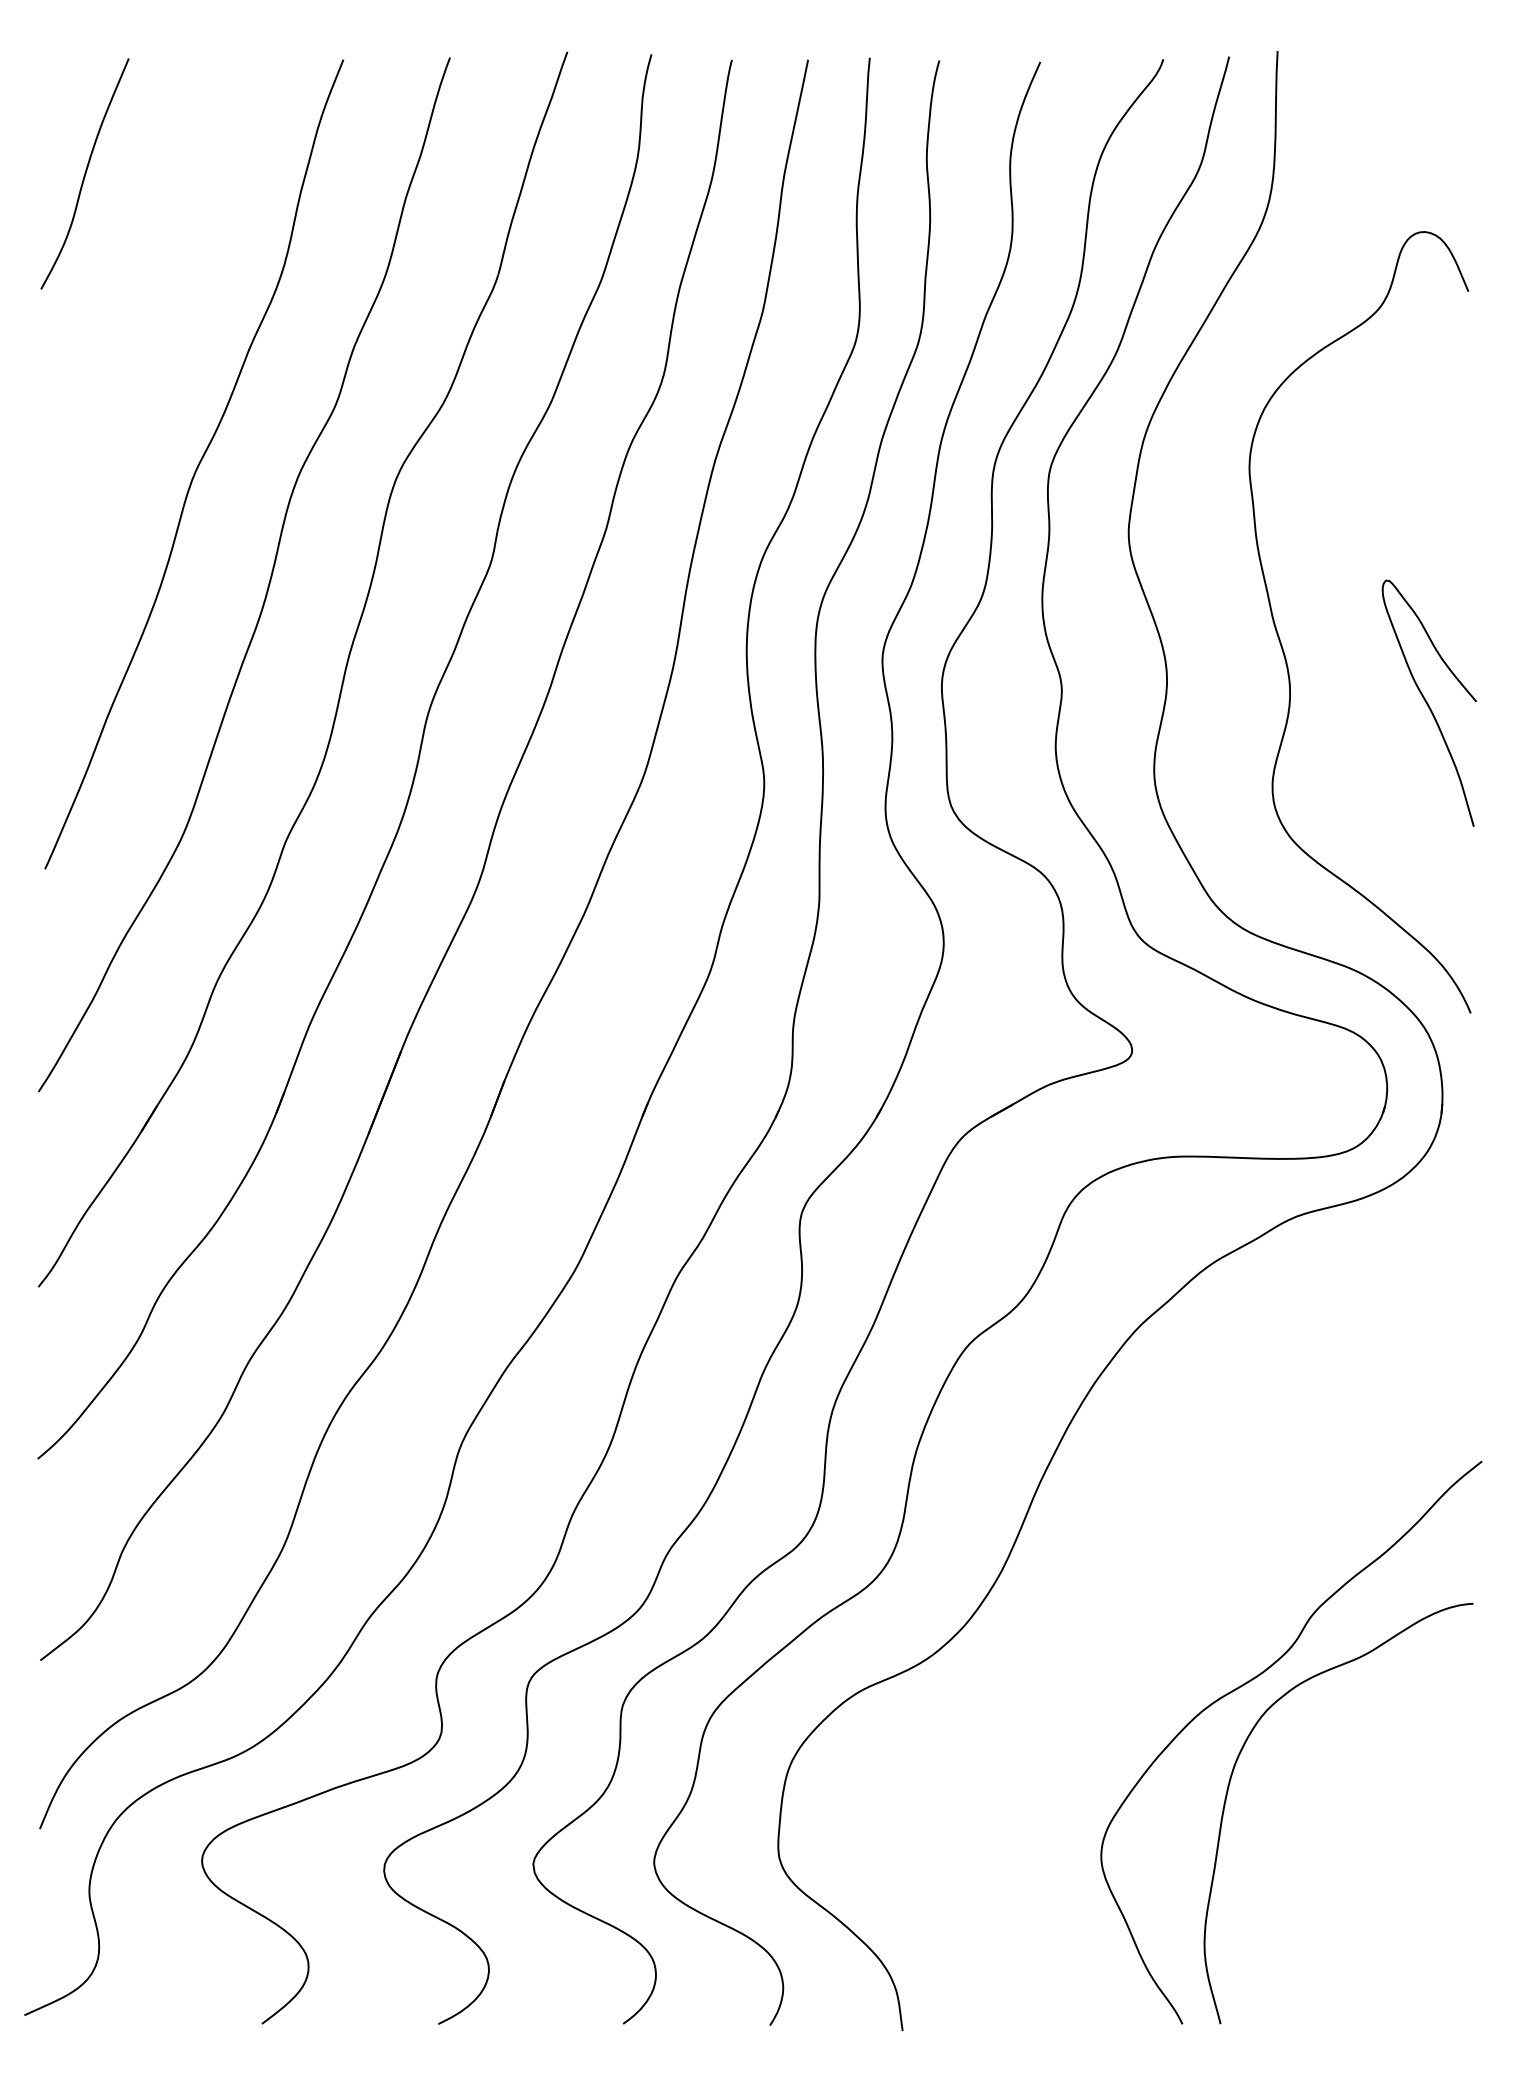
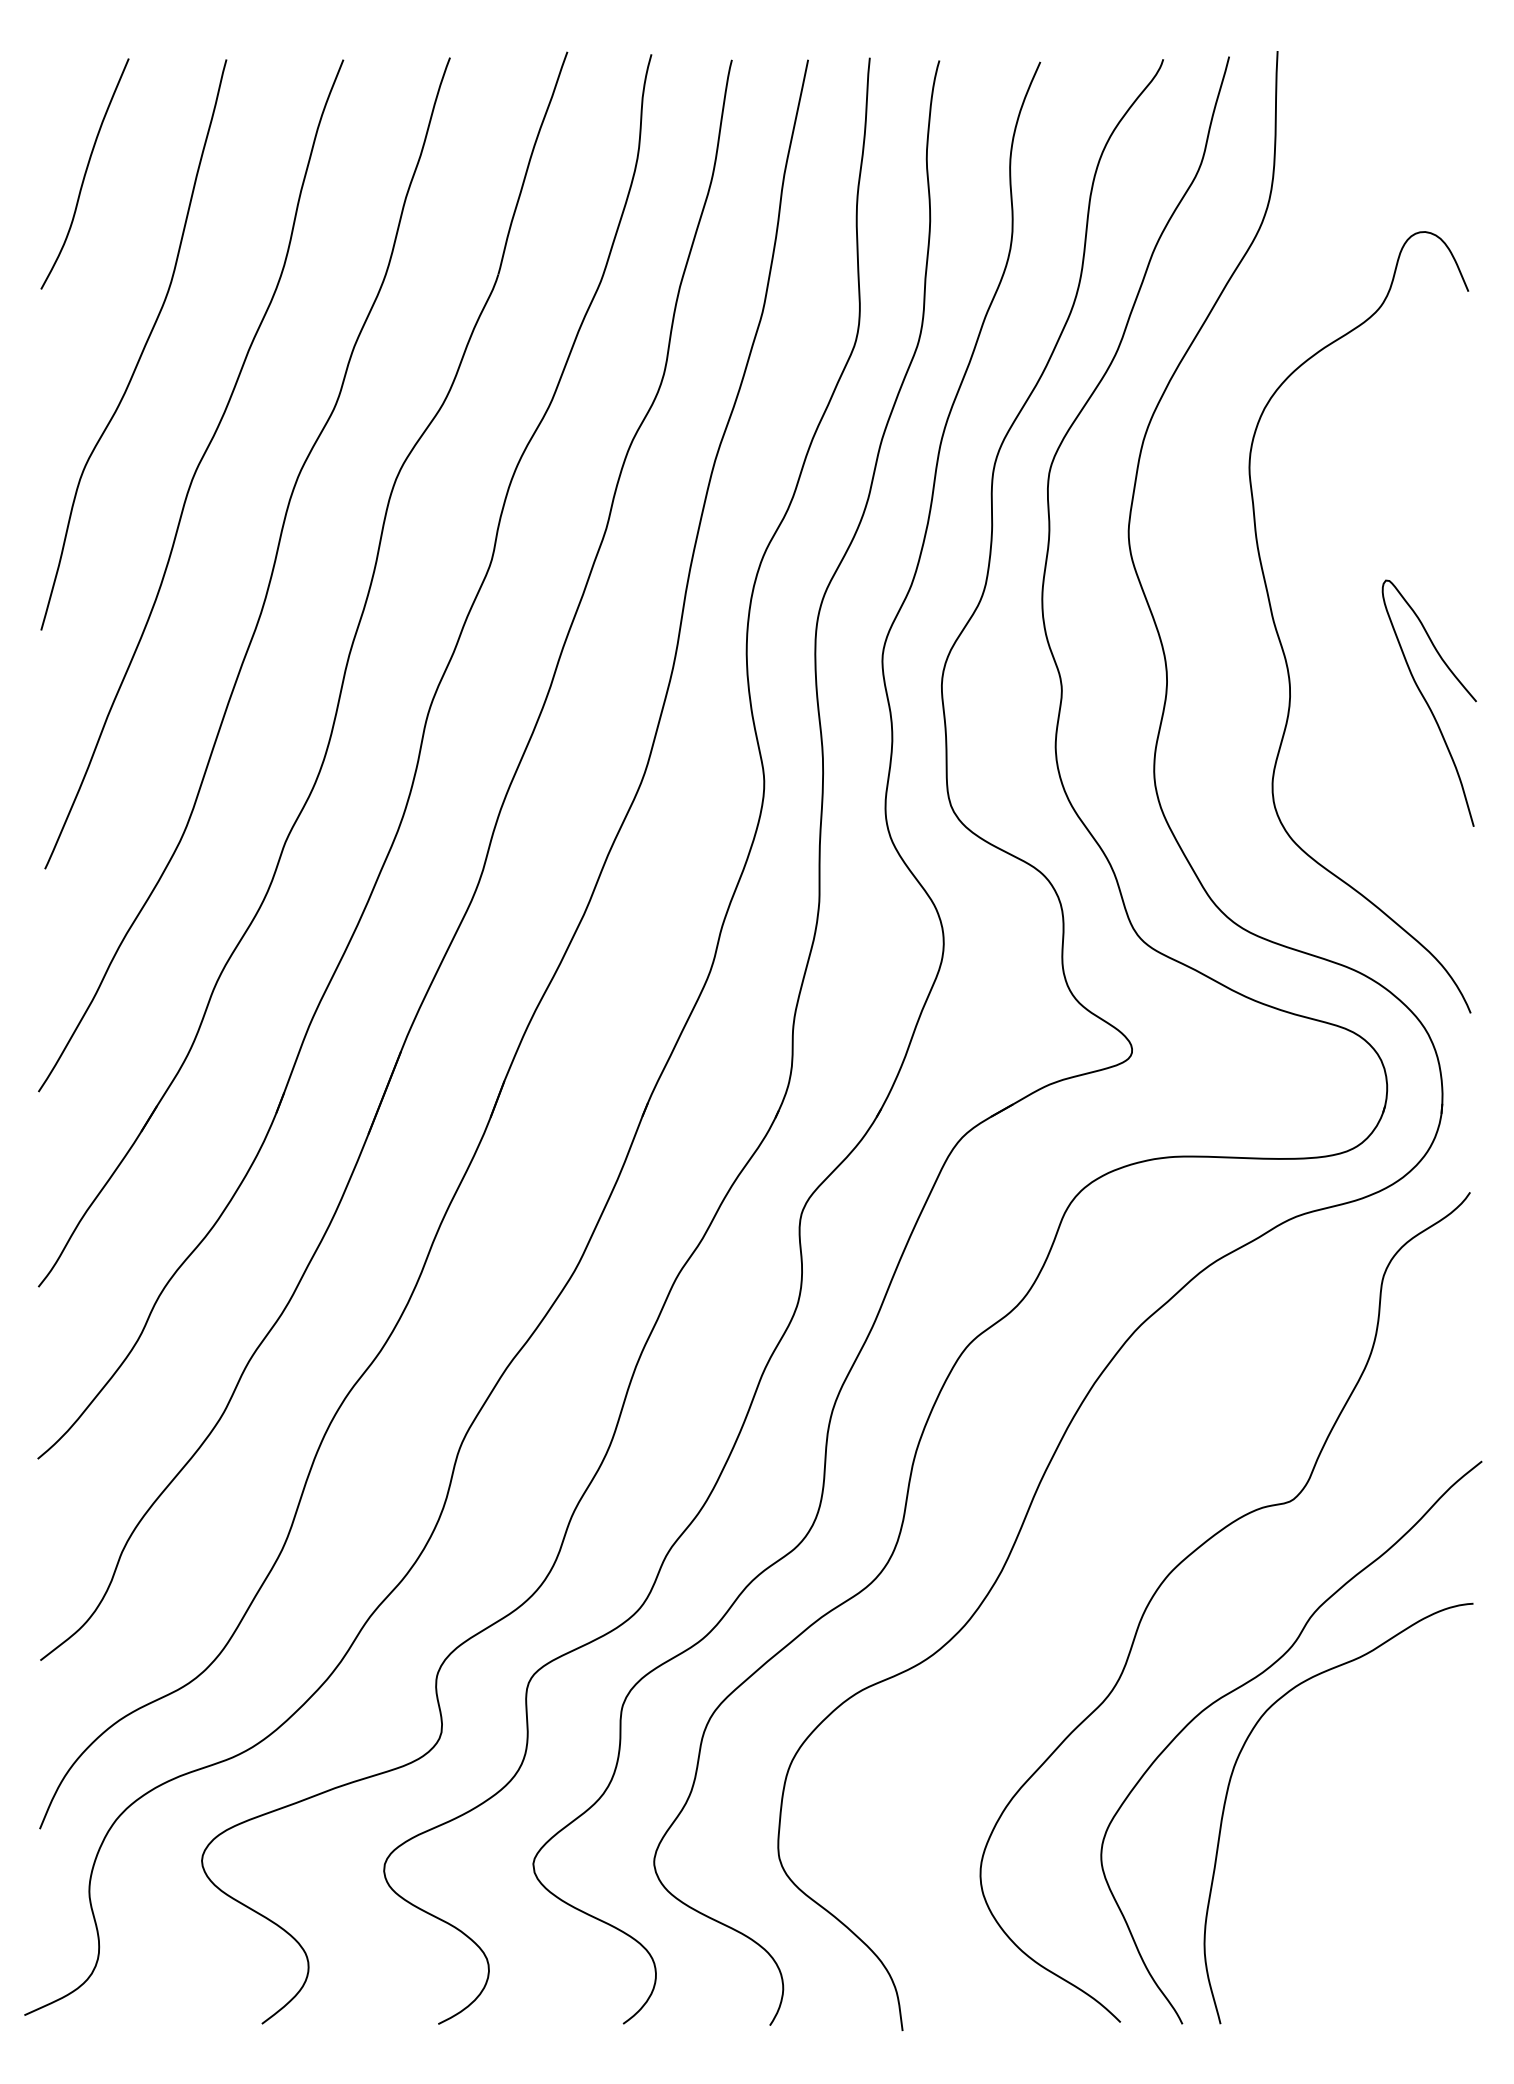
curve at (143, 346): none -> present
curve at (1186, 1559): none -> present
